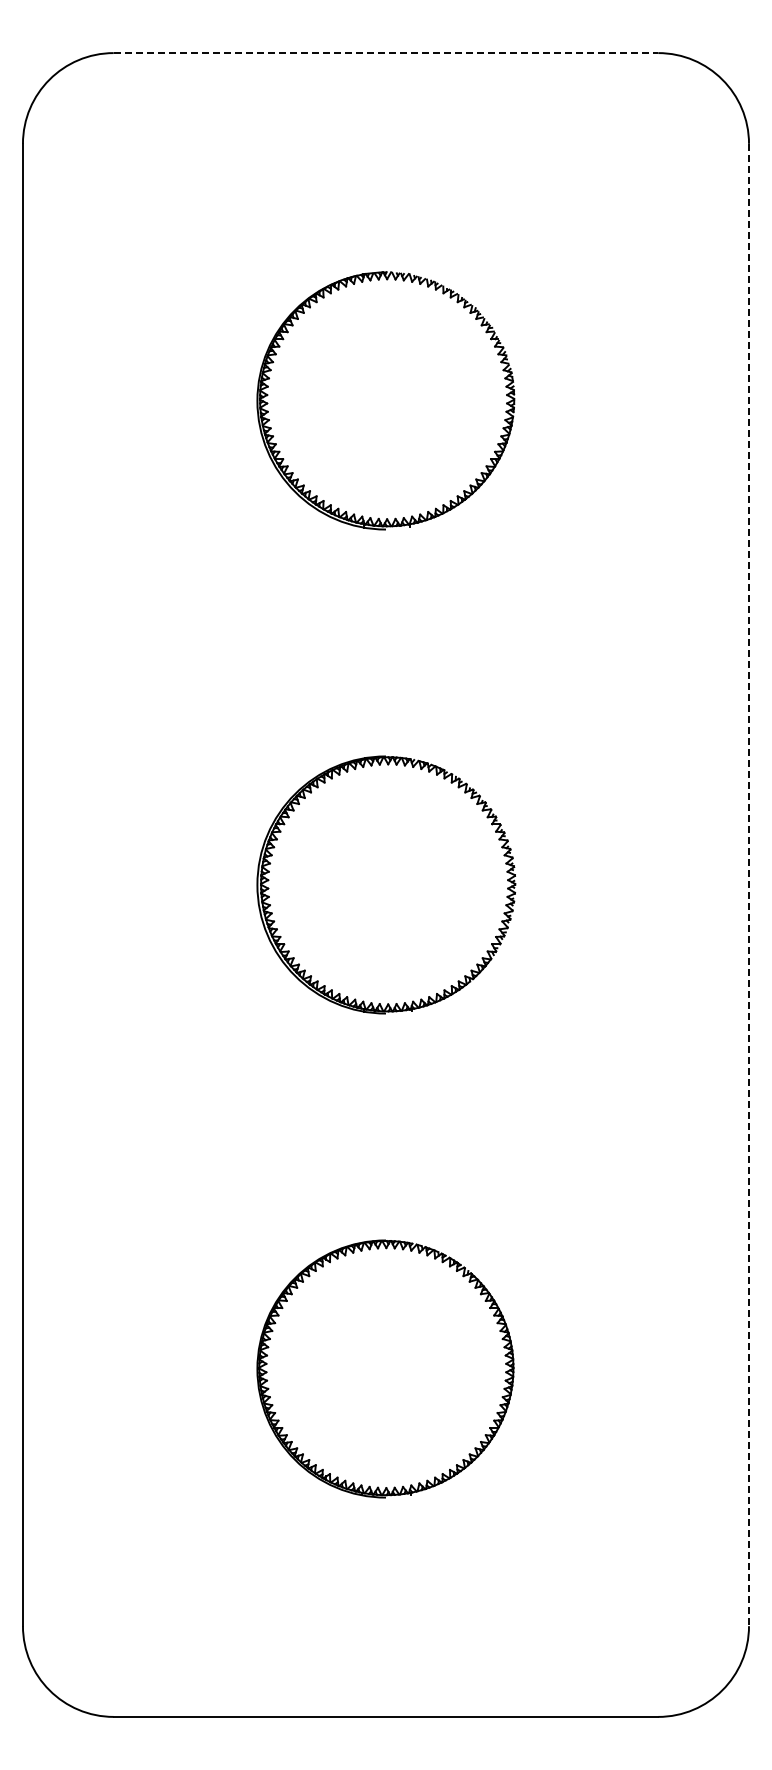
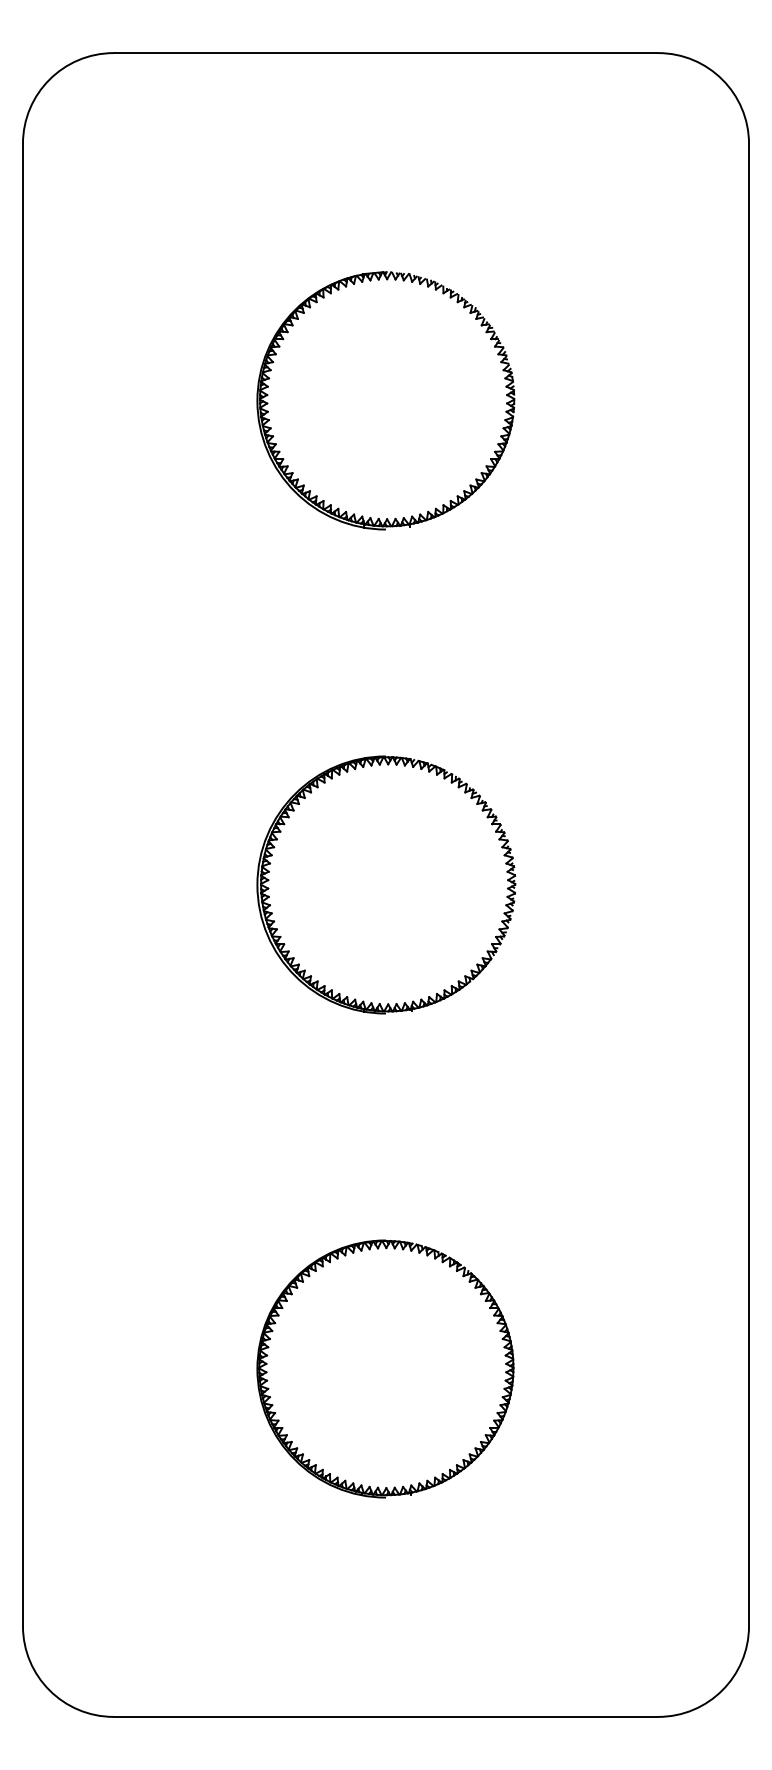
line at (386, 53): dashed -> solid
line at (749, 885): dashed -> solid
